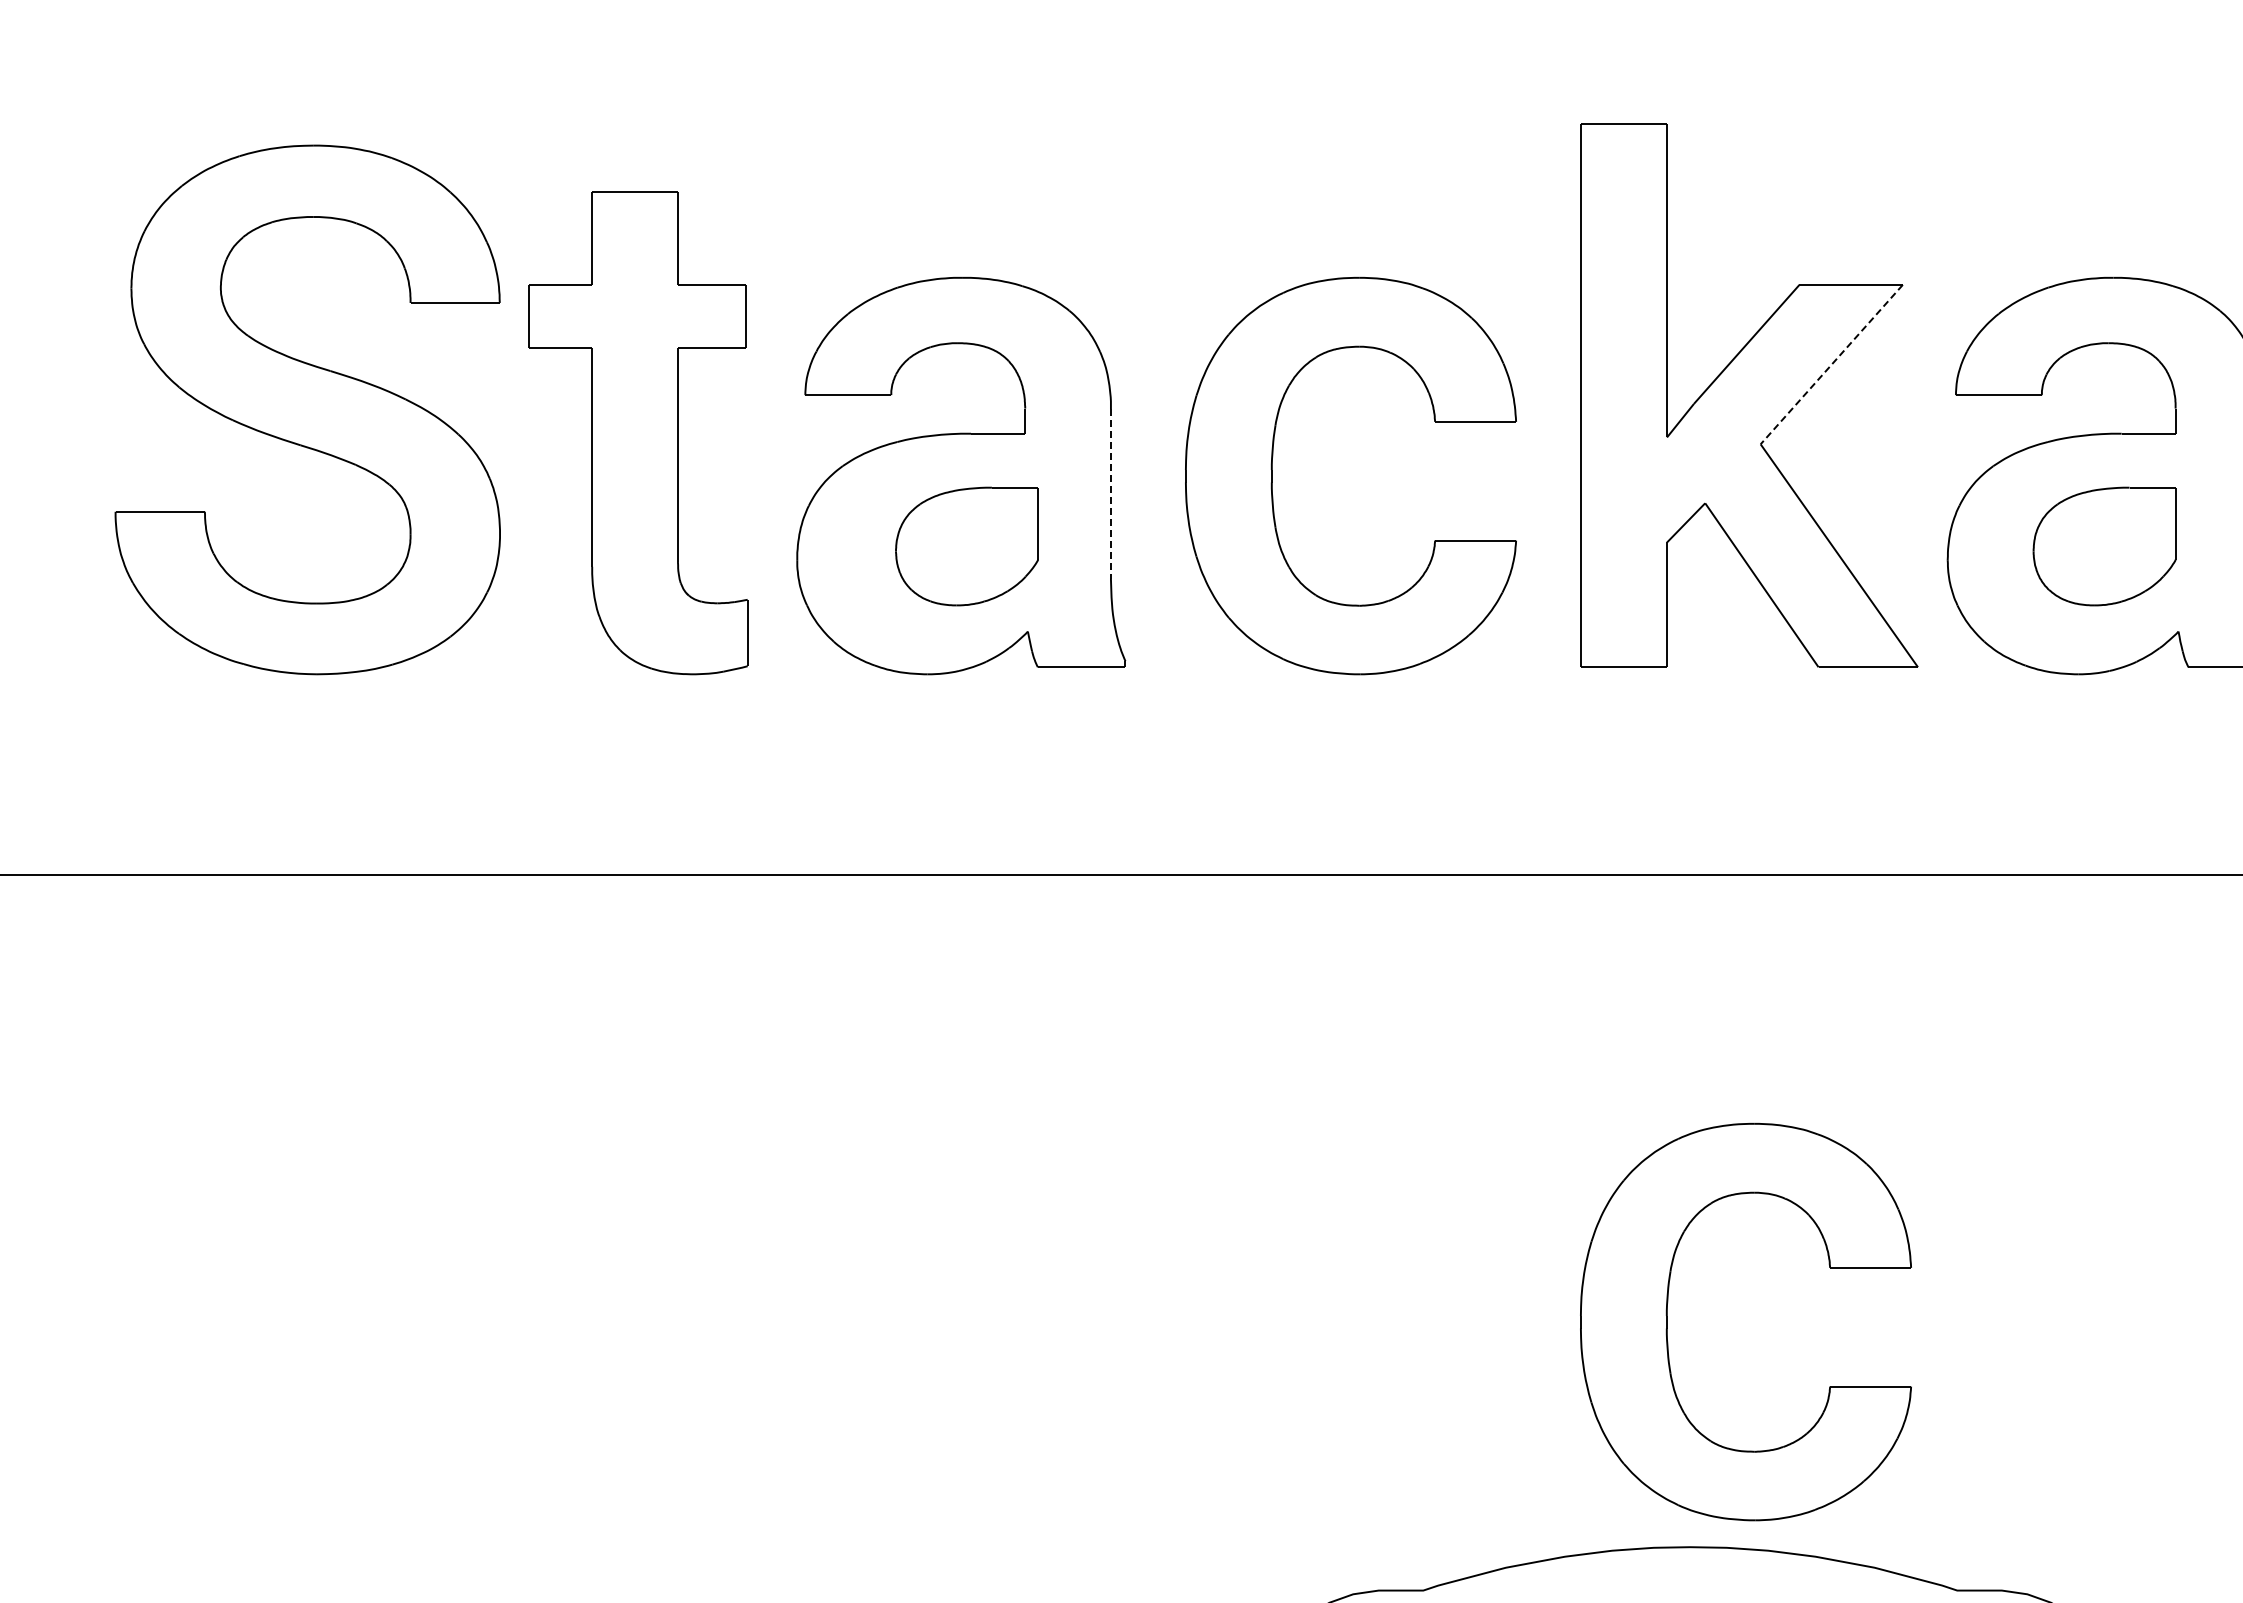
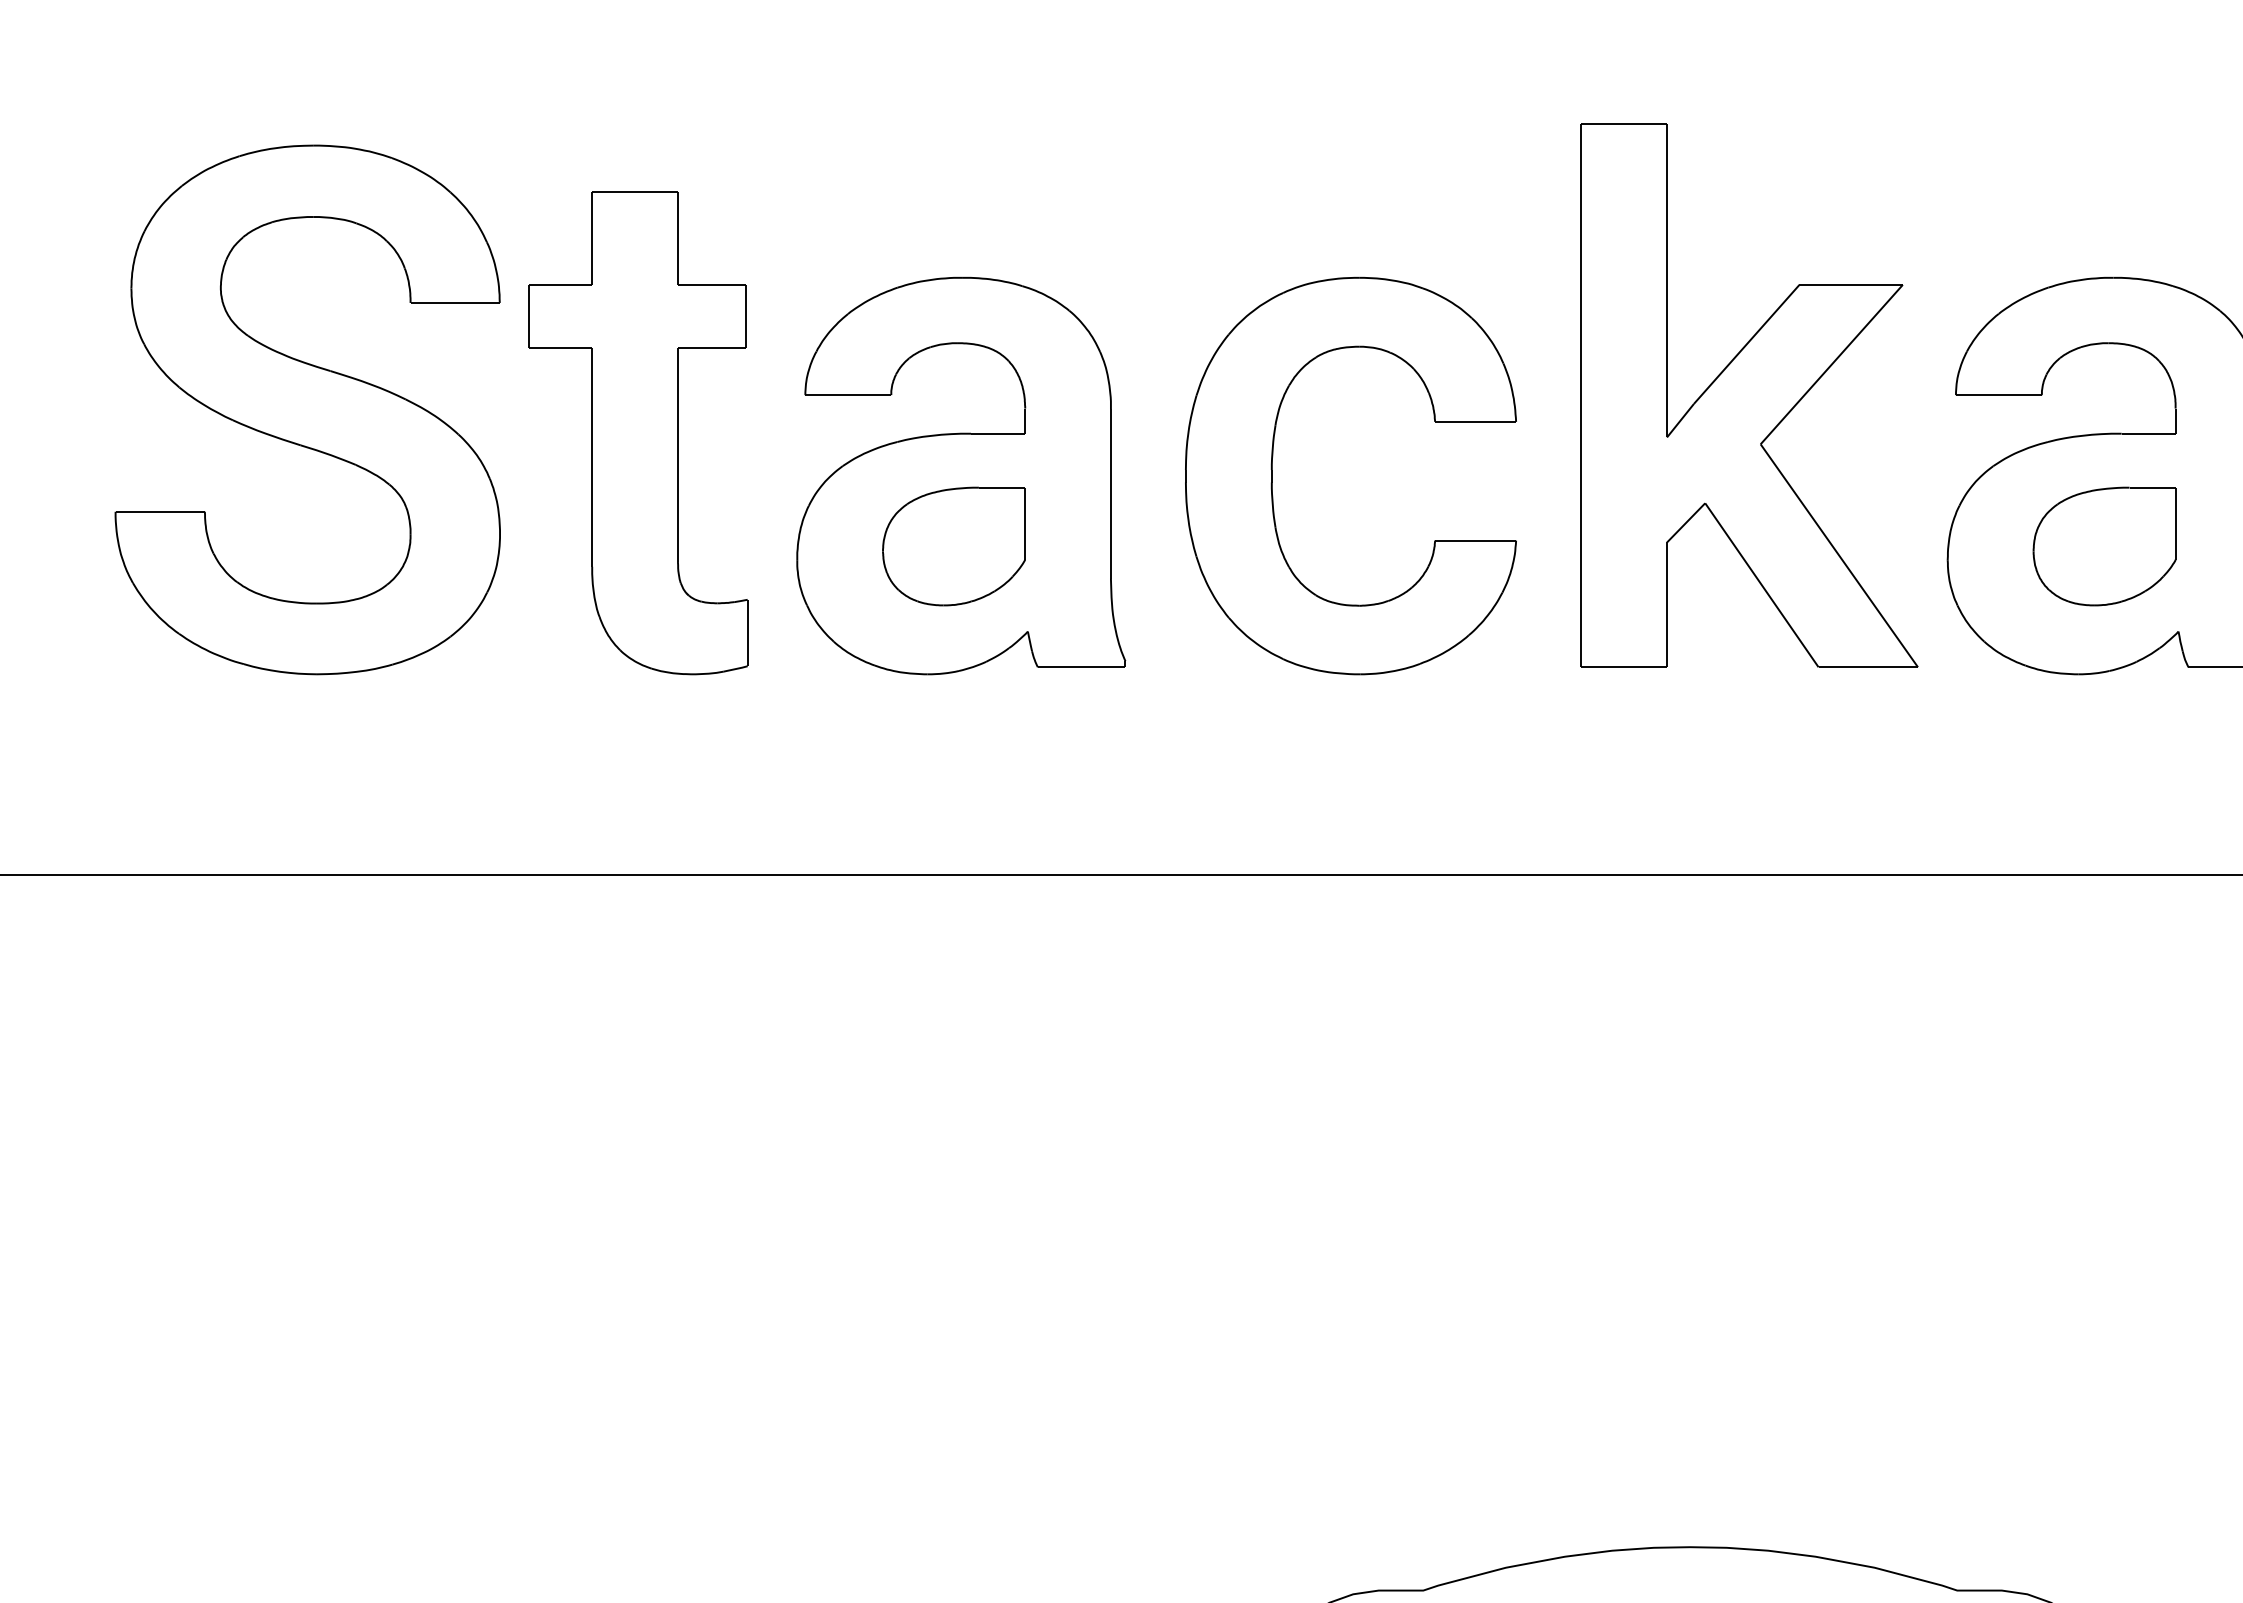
line at (1831, 364): dashed -> solid
line at (1110, 494): dashed -> solid
part at (966, 546) position: (966, 546) -> (953, 546)
part at (1667, 1321): present -> none
